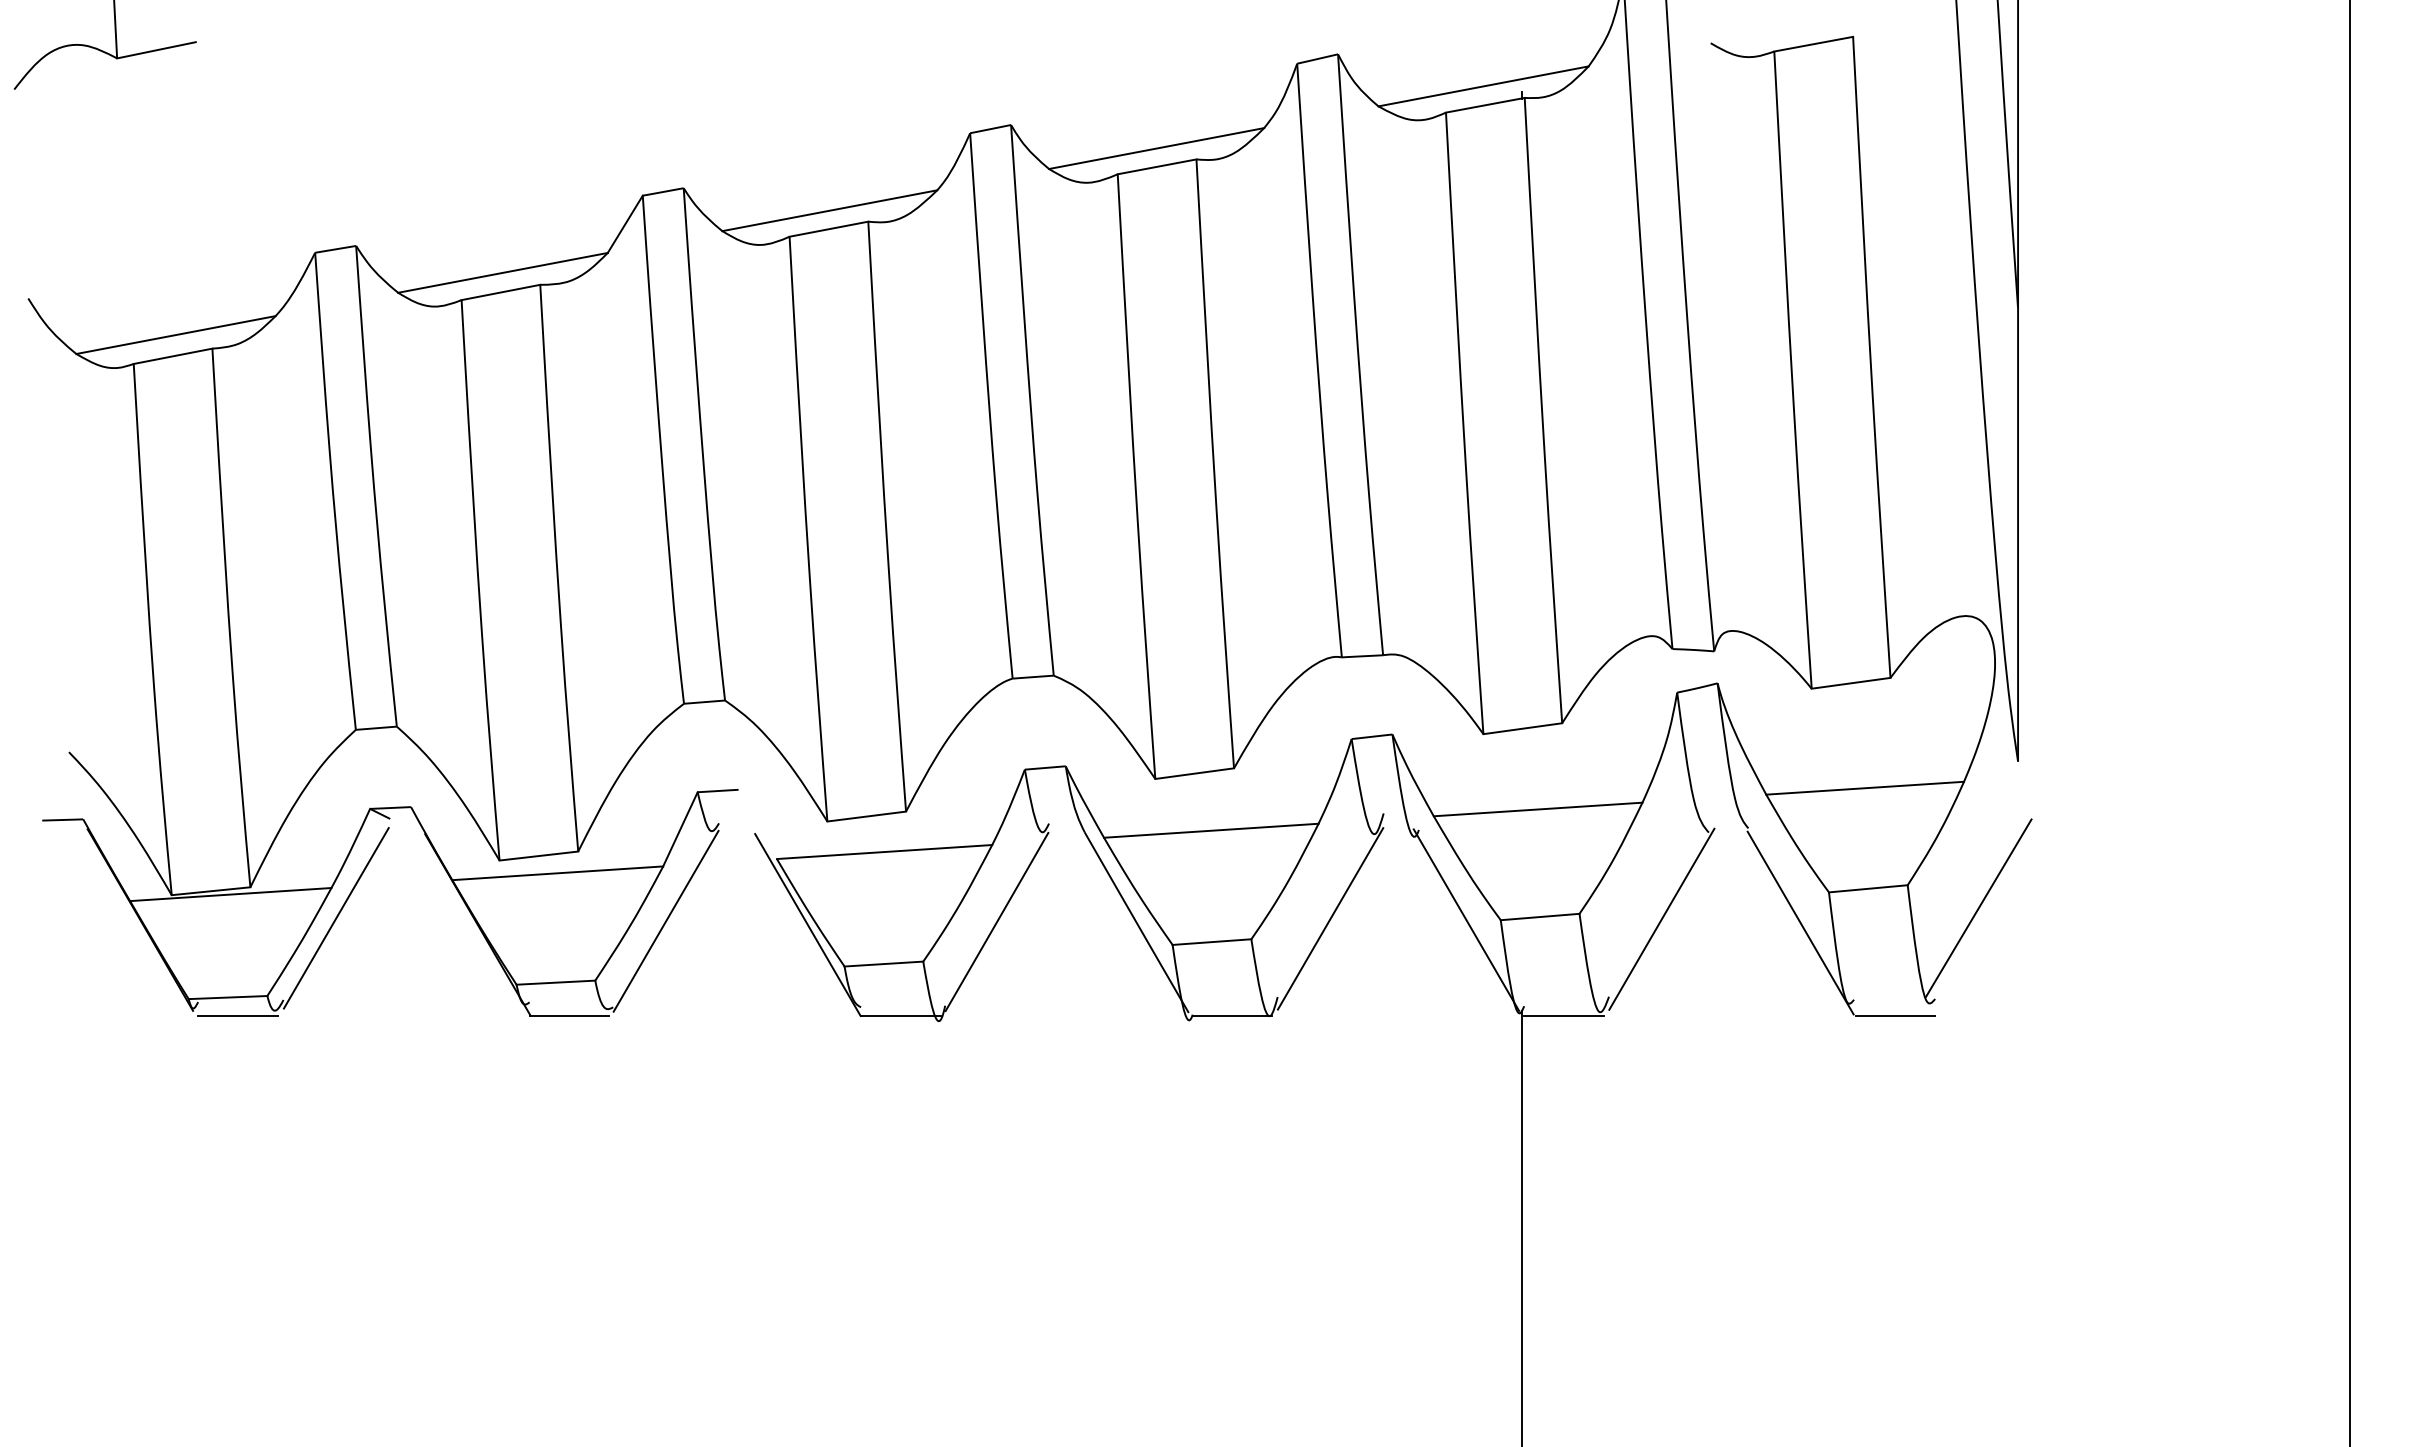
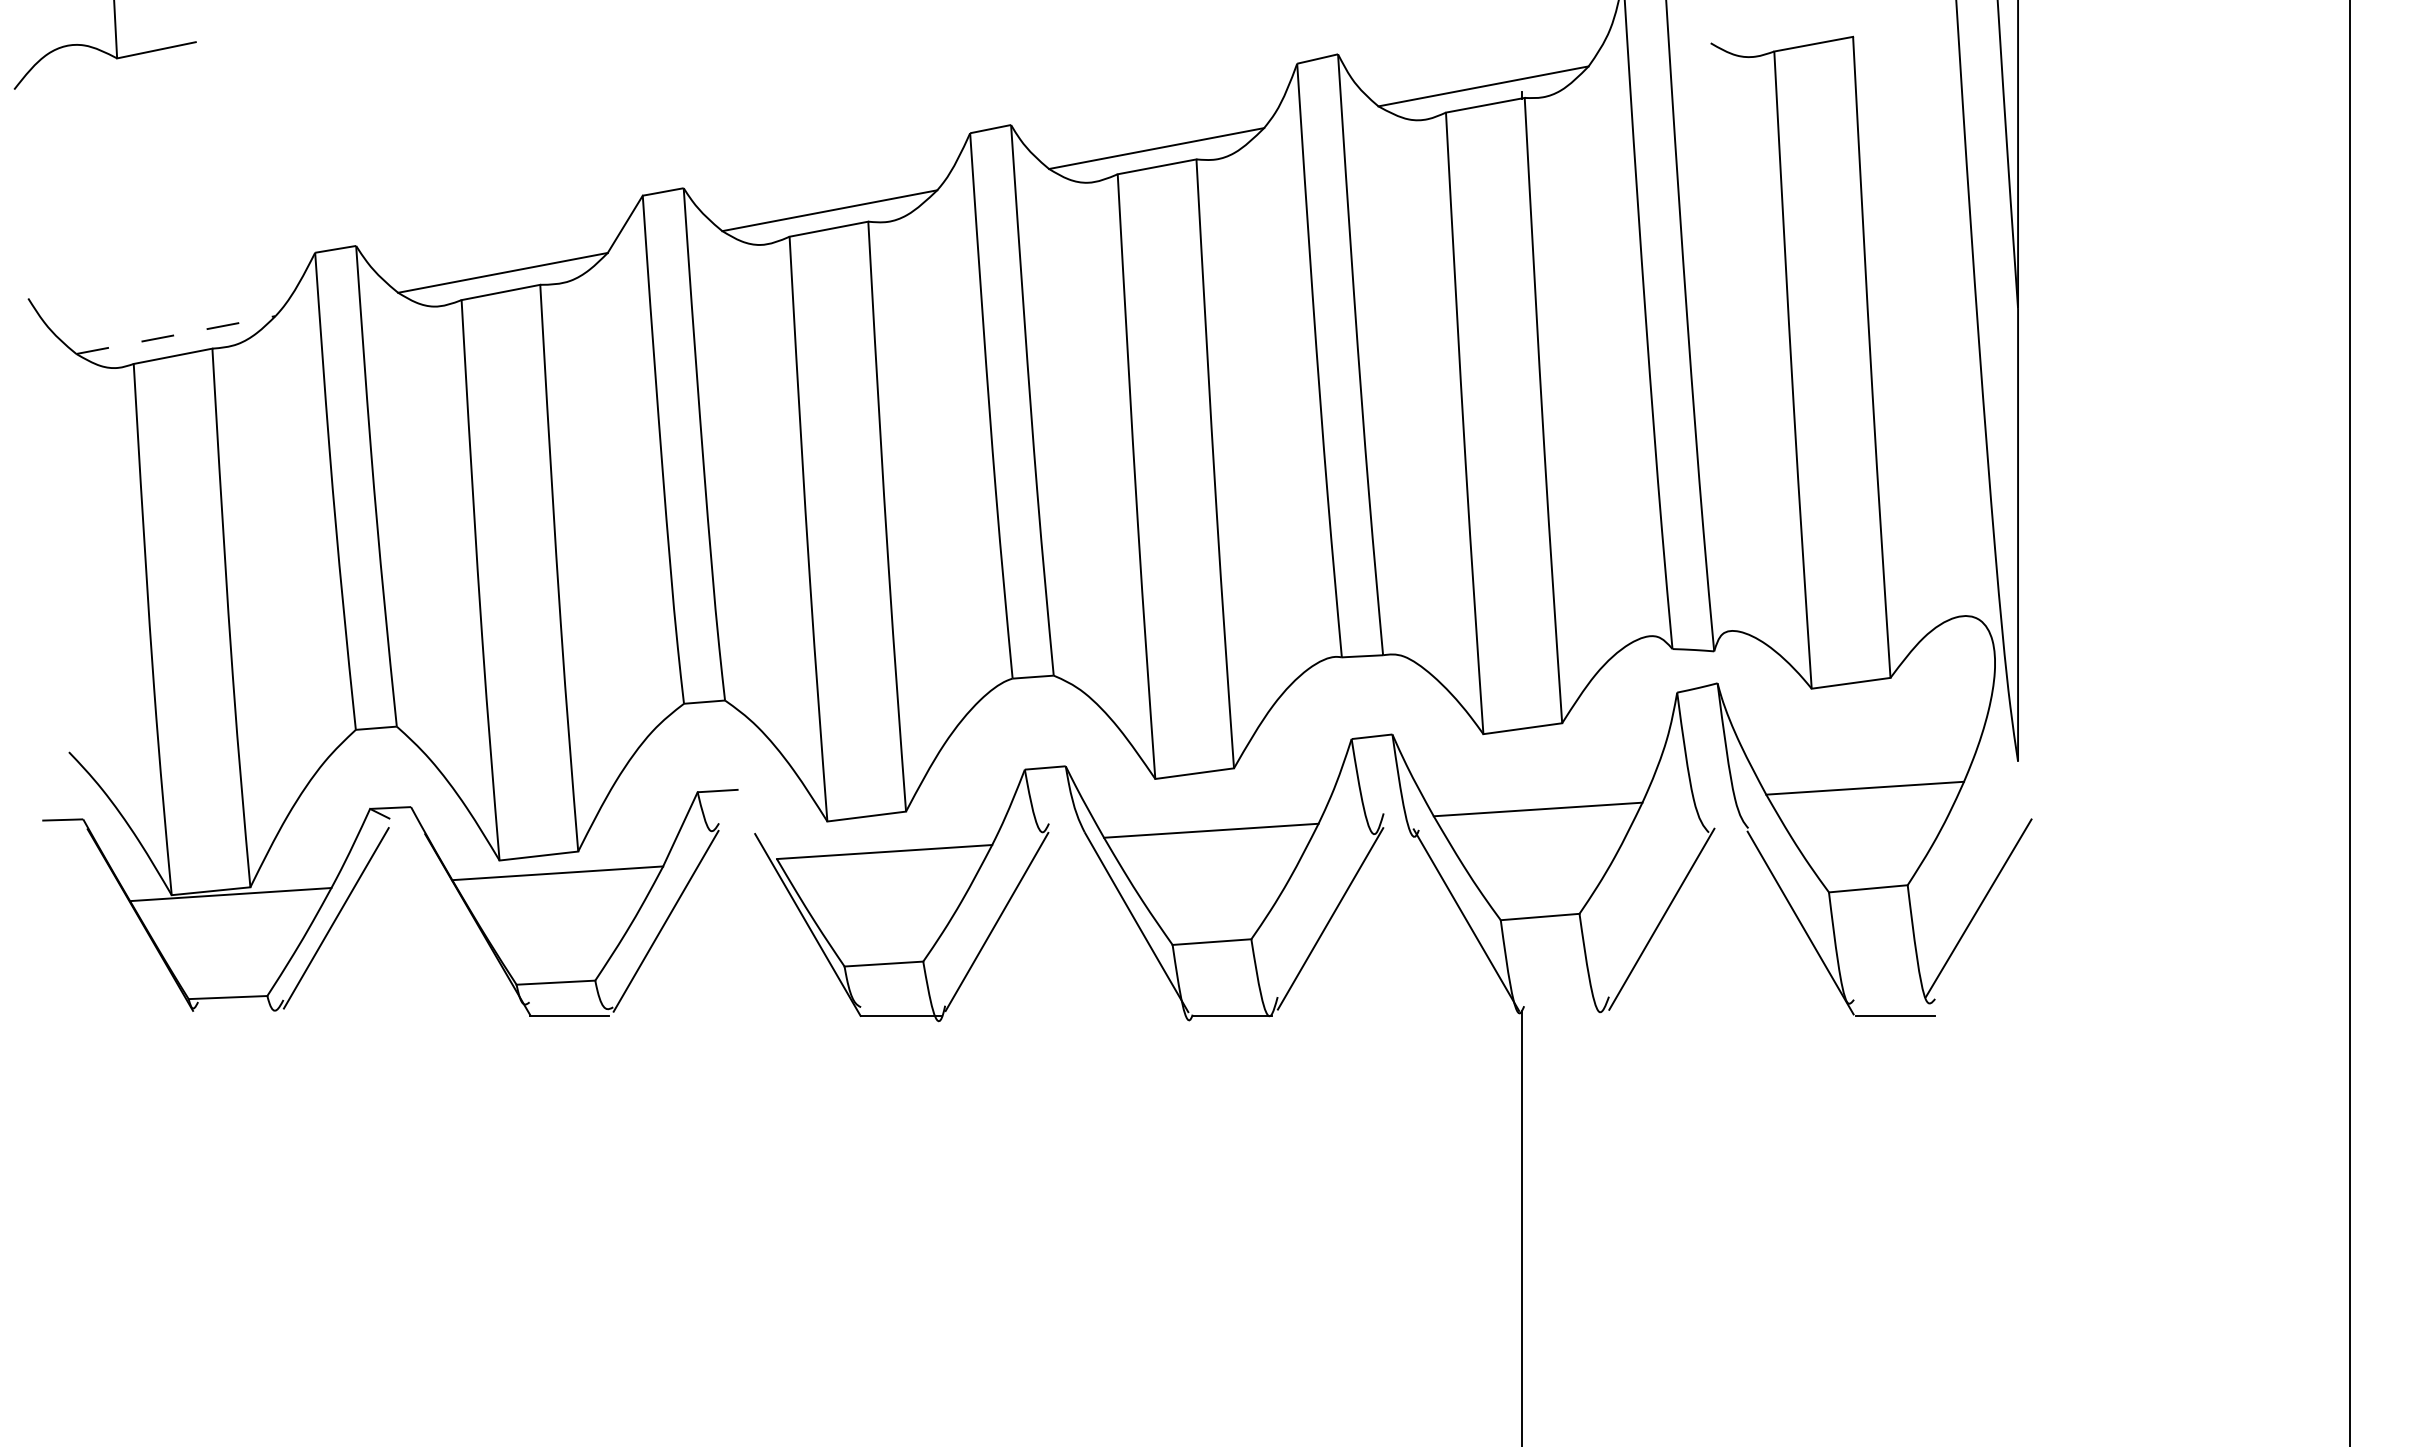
line at (176, 334): solid -> dashed
line at (237, 1015): present -> none
line at (1563, 1015): present -> none
